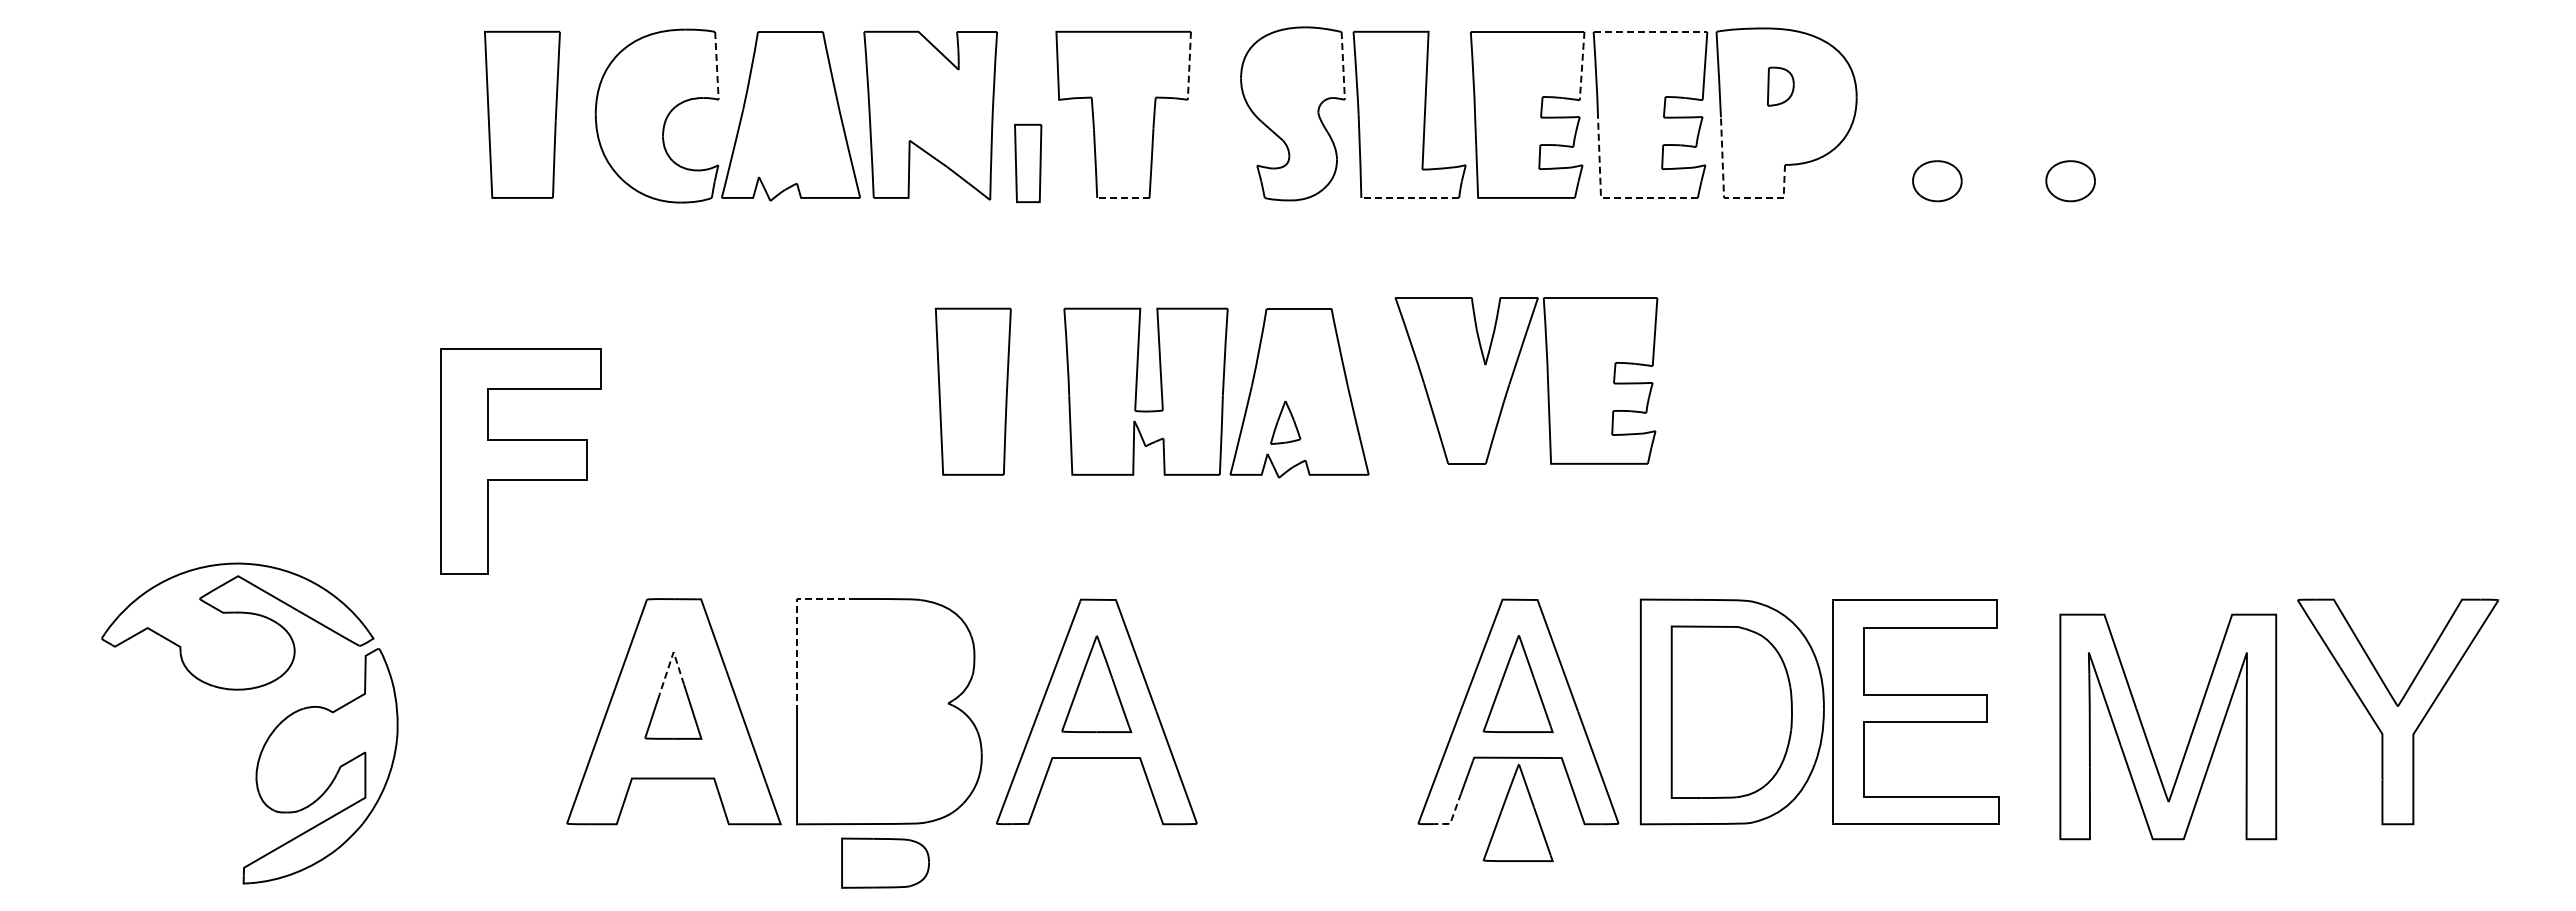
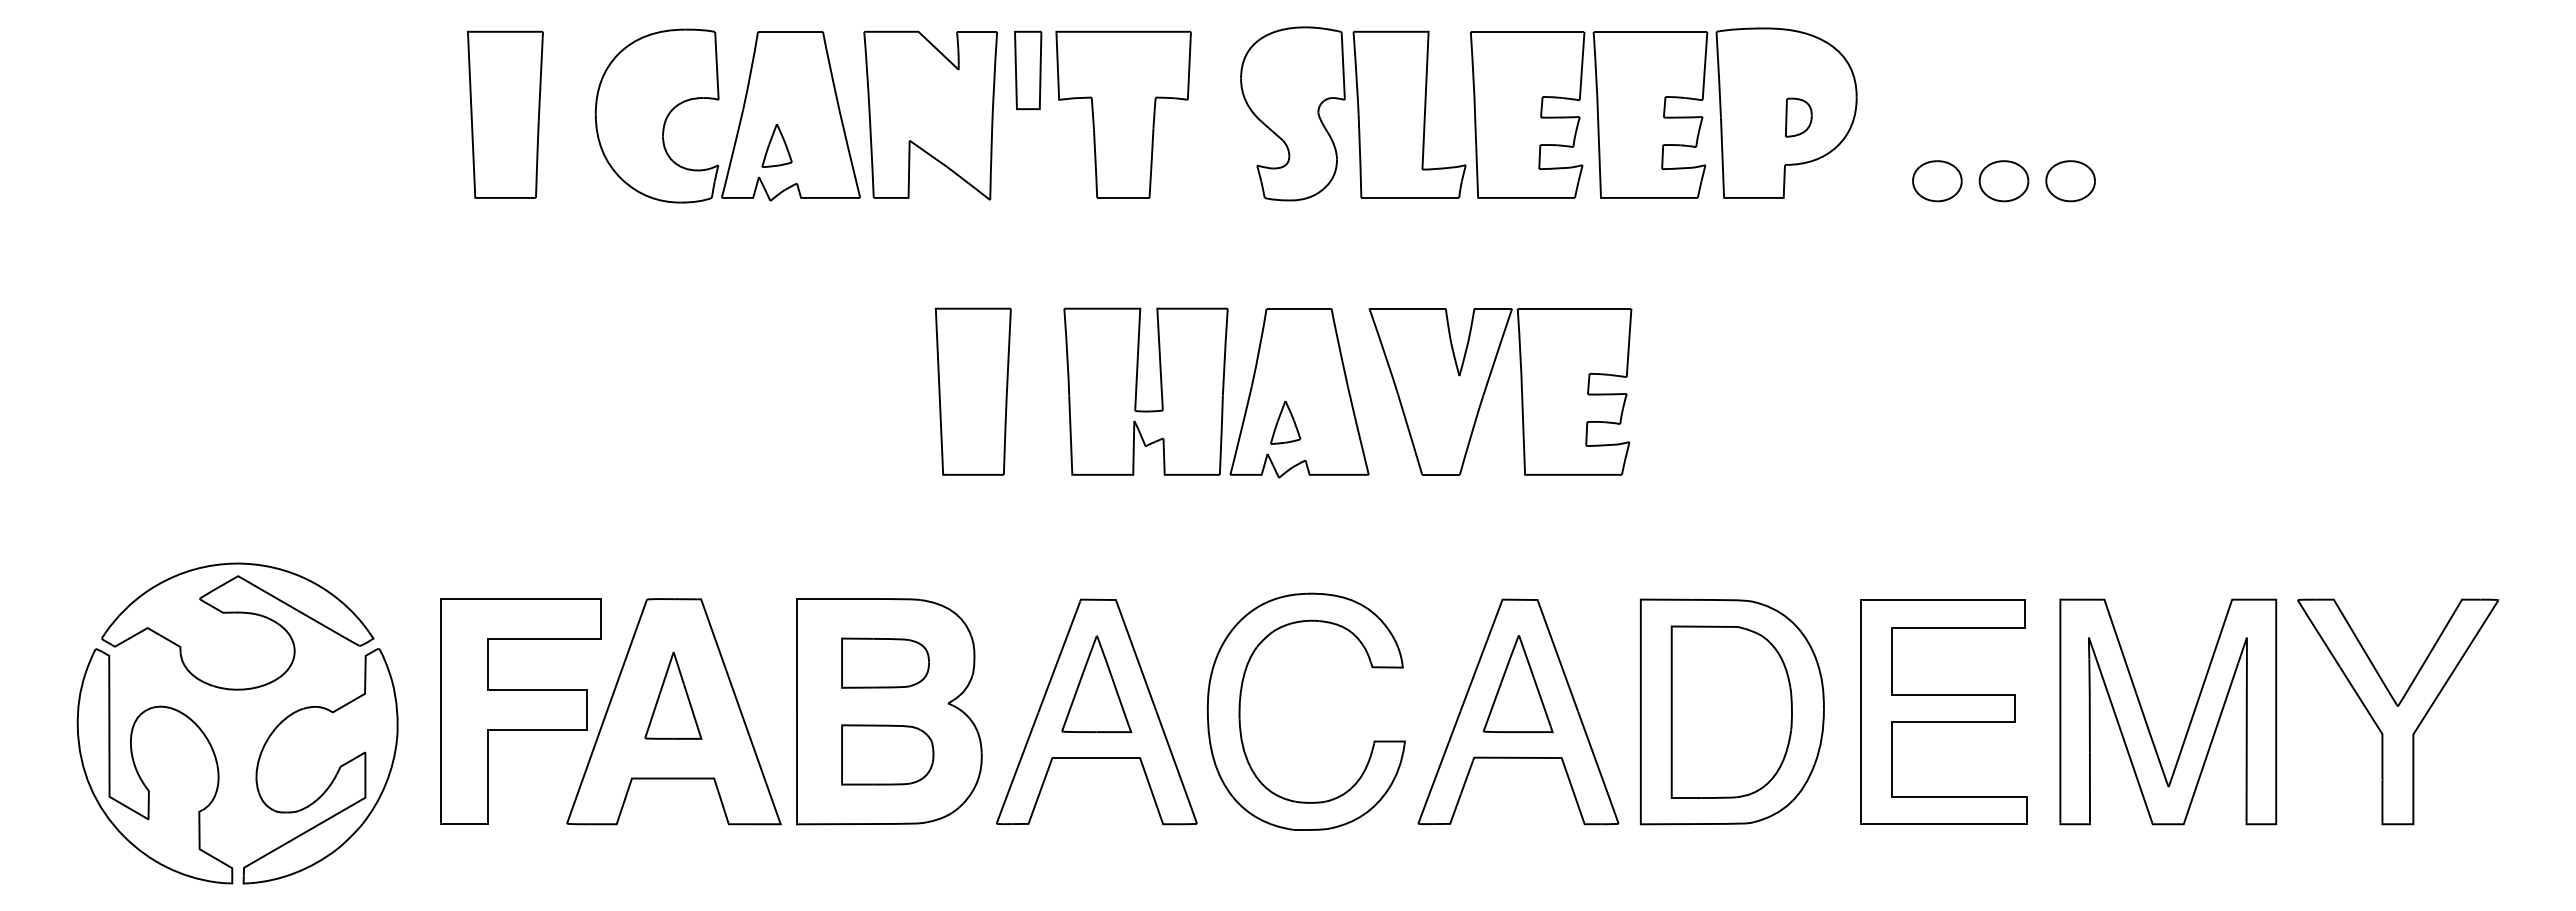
line at (1650, 31): dashed -> solid
line at (716, 65): dashed -> solid
line at (1343, 65): dashed -> solid
line at (1189, 66): dashed -> solid
line at (1582, 66): dashed -> solid
part at (1780, 86) position: (1780, 86) -> (1798, 117)
part at (522, 114) position: (522, 114) -> (505, 114)
part at (776, 145): none -> present
part at (1028, 162) position: (1028, 162) -> (1028, 69)
part at (2003, 181): none -> present
line at (1122, 197): dashed -> solid
line at (1410, 197): dashed -> solid
line at (1606, 197): dashed -> solid
line at (1730, 197): dashed -> solid
part at (1513, 375) position: (1513, 375) -> (1487, 386)
part at (520, 461) position: (520, 461) -> (520, 711)
line at (797, 625): dashed -> solid
line at (672, 656): dashed -> solid
part at (1240, 711): none -> present
part at (1915, 711) position: (1915, 711) -> (1943, 711)
part at (2146, 734) position: (2146, 734) -> (2146, 719)
part at (887, 754): none -> present
part at (154, 766): none -> present
part at (1517, 812): present -> none
line at (1452, 816): dashed -> solid
part at (885, 862) position: (885, 862) -> (885, 662)
